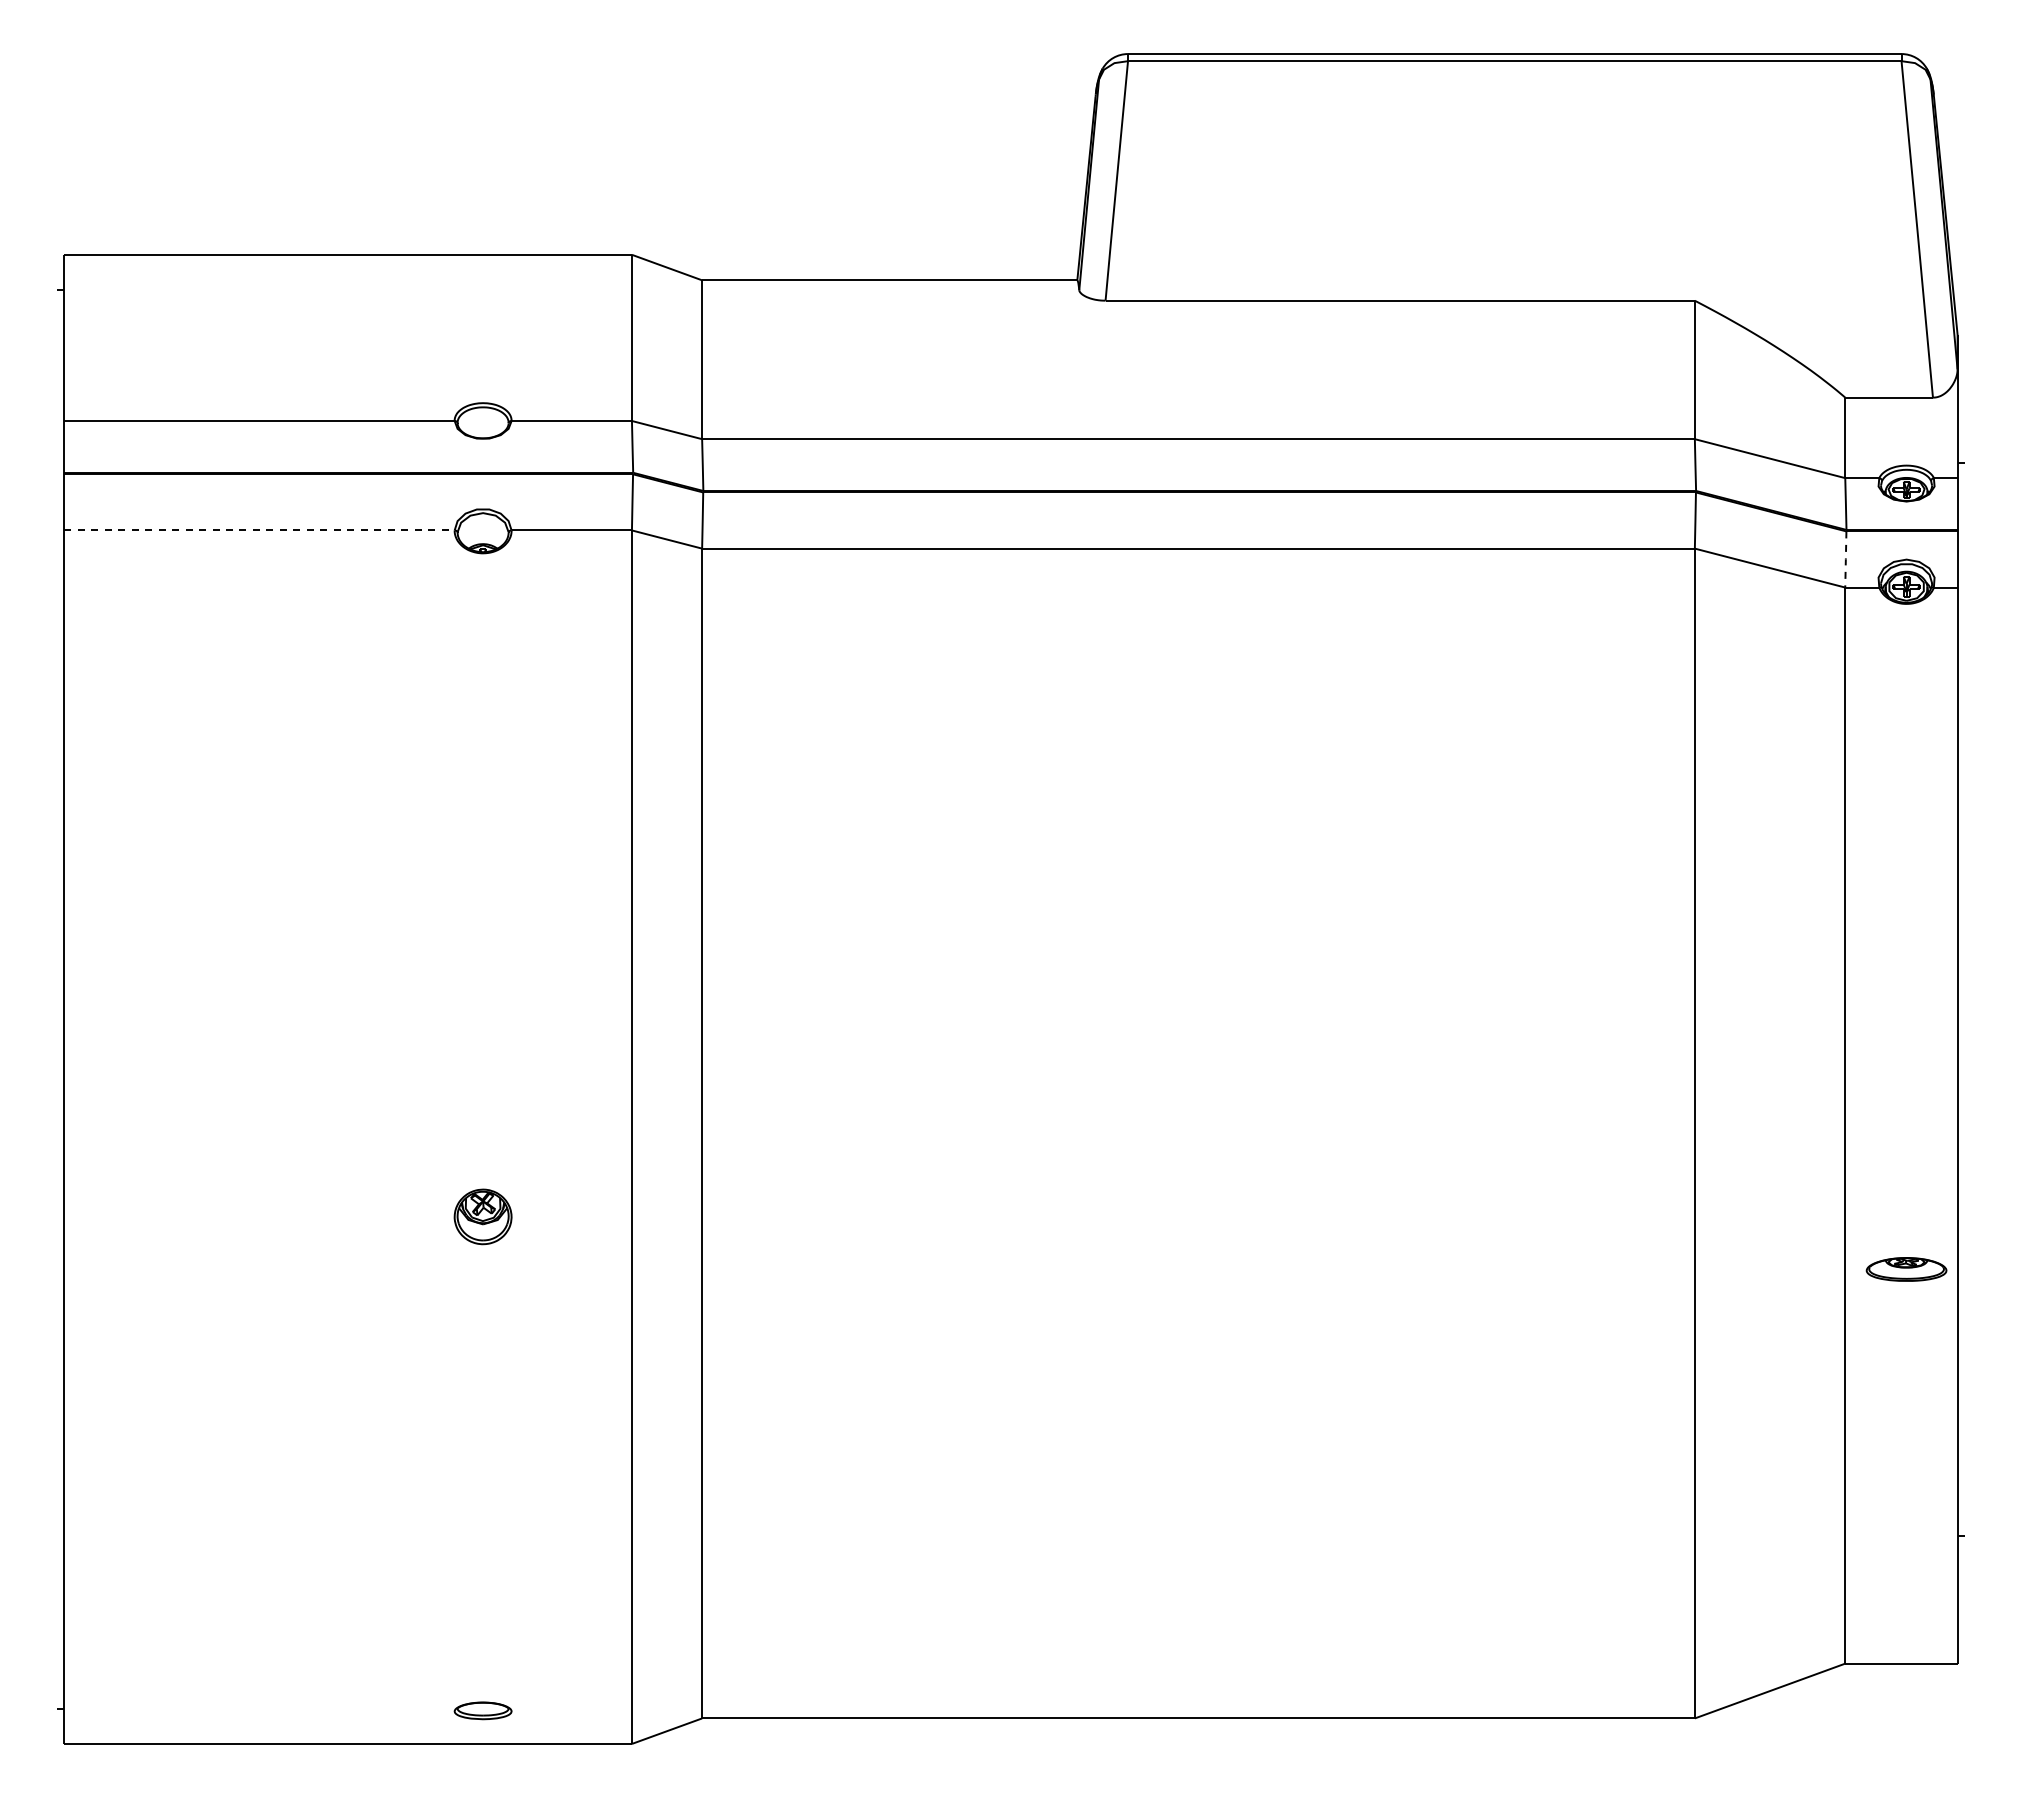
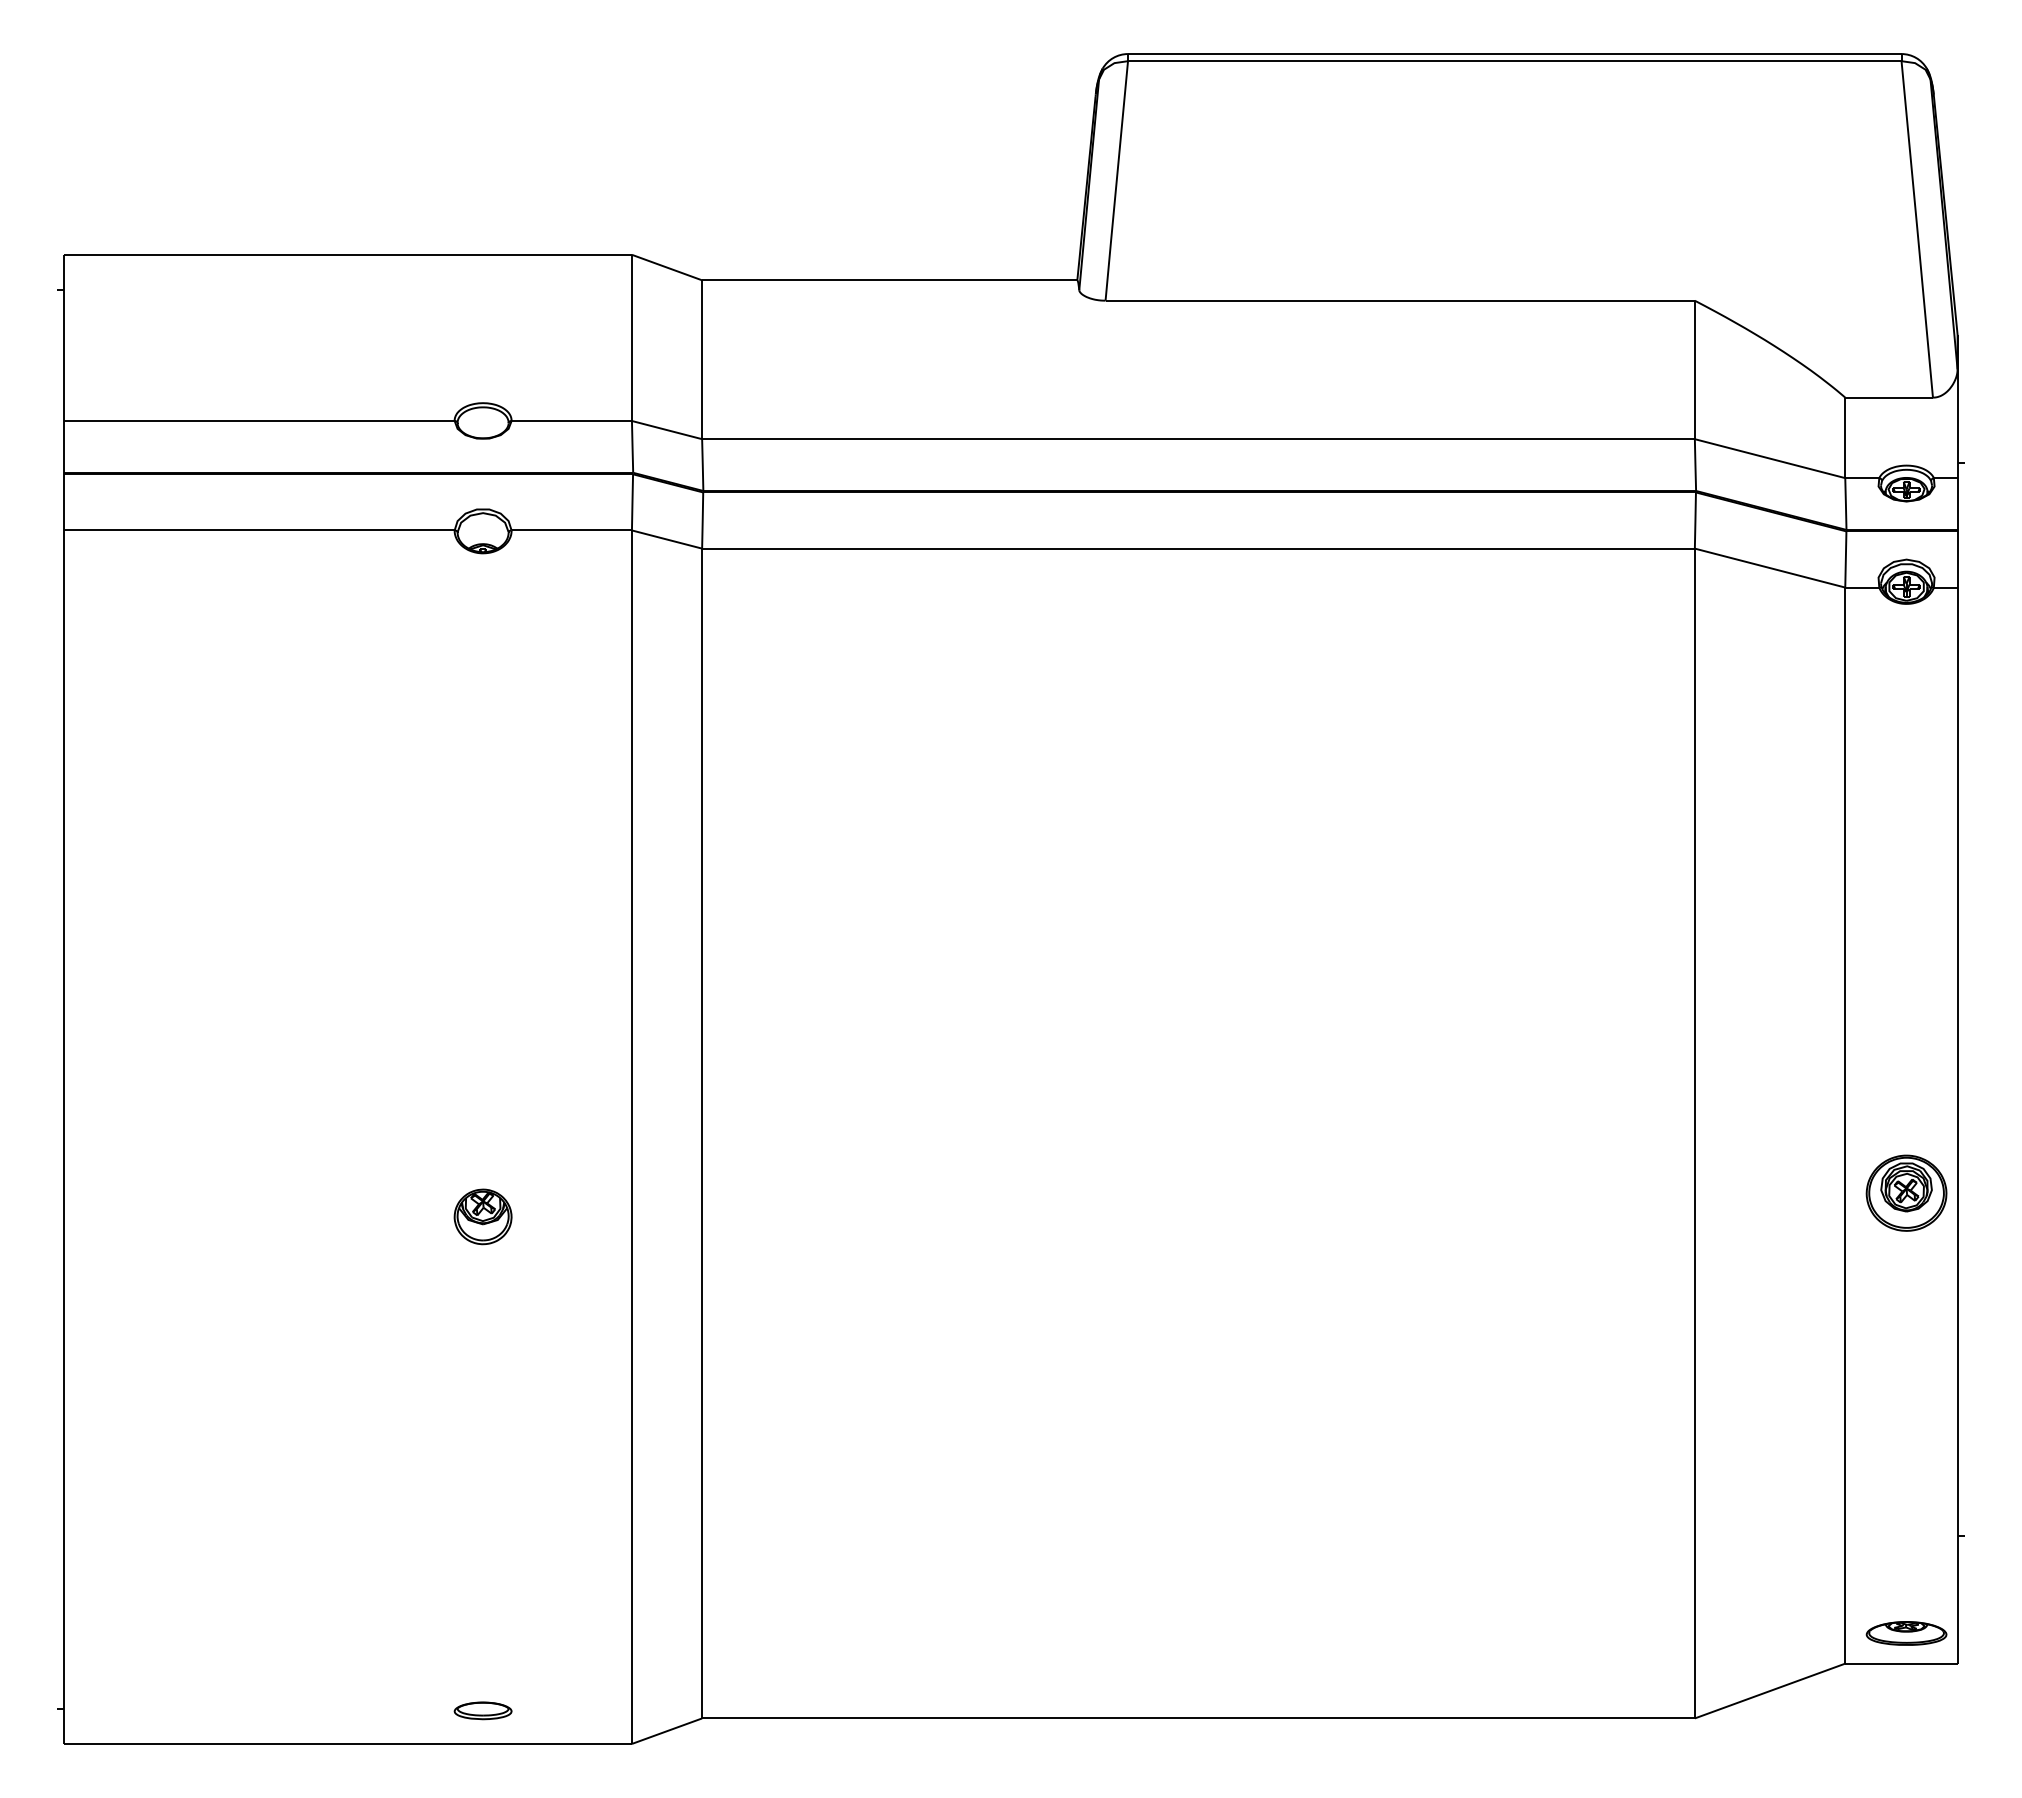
line at (259, 530): dashed -> solid
line at (1845, 559): dashed -> solid
part at (1906, 1192): none -> present
part at (1906, 1269) position: (1906, 1269) -> (1906, 1633)
